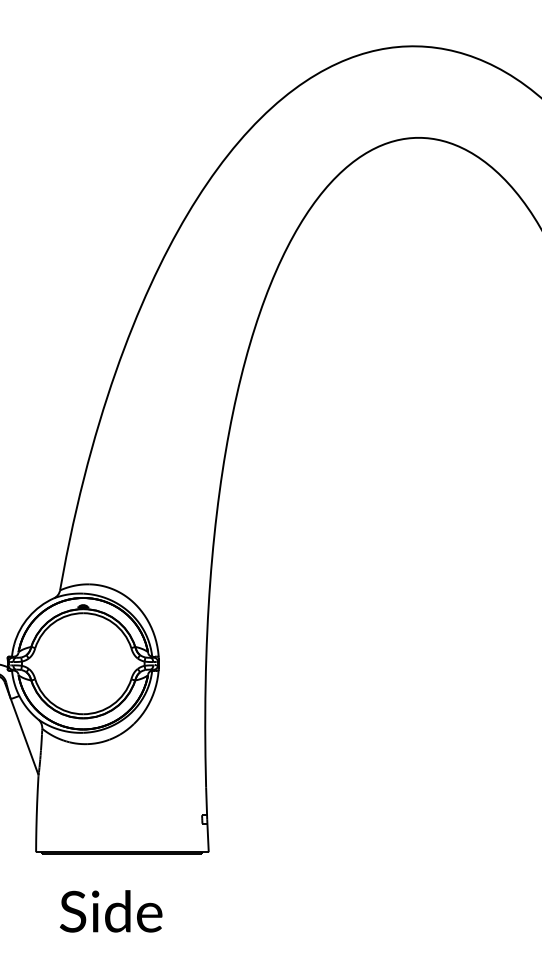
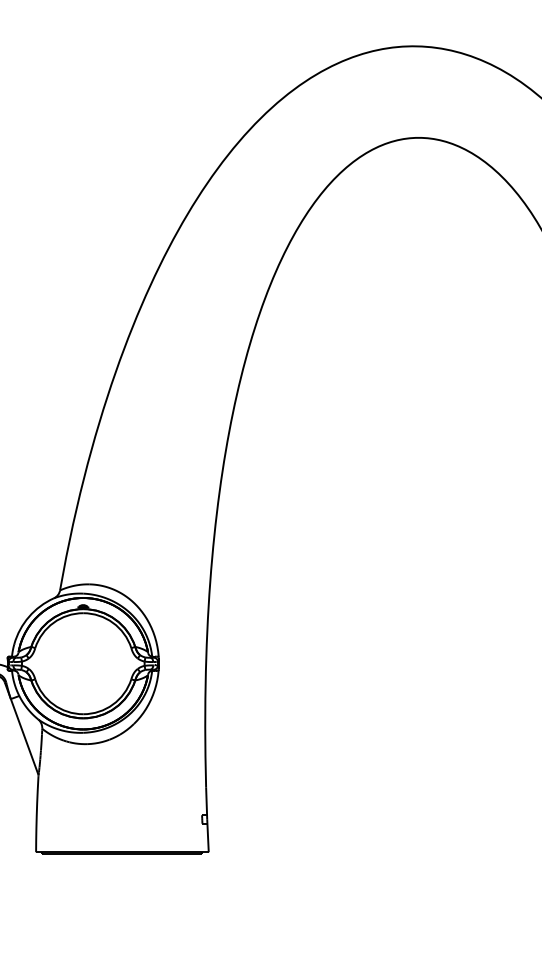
part at (111, 911): present -> none
